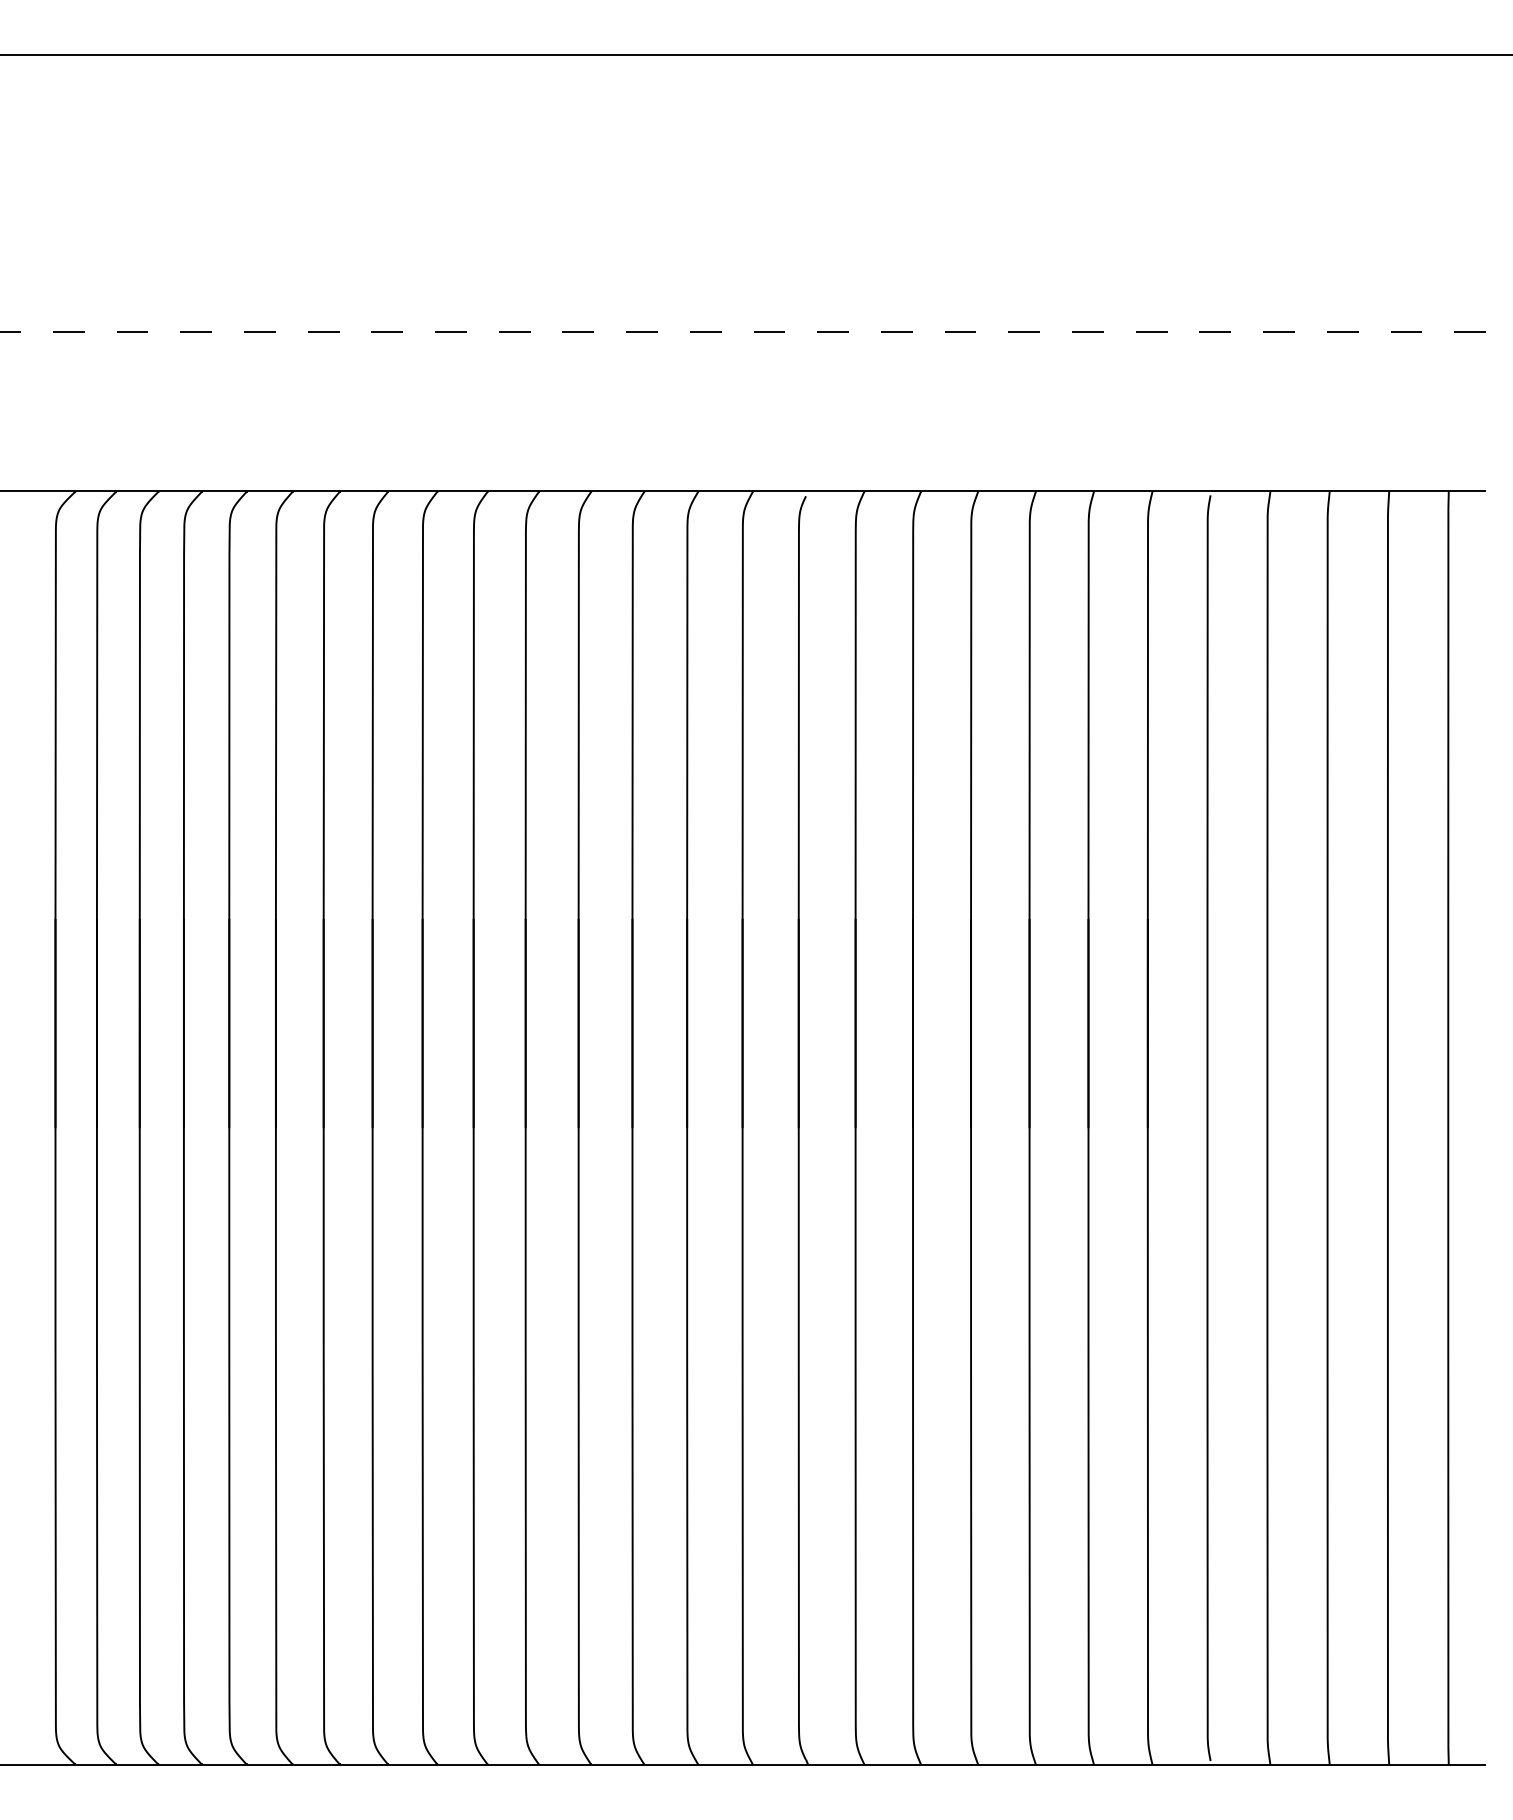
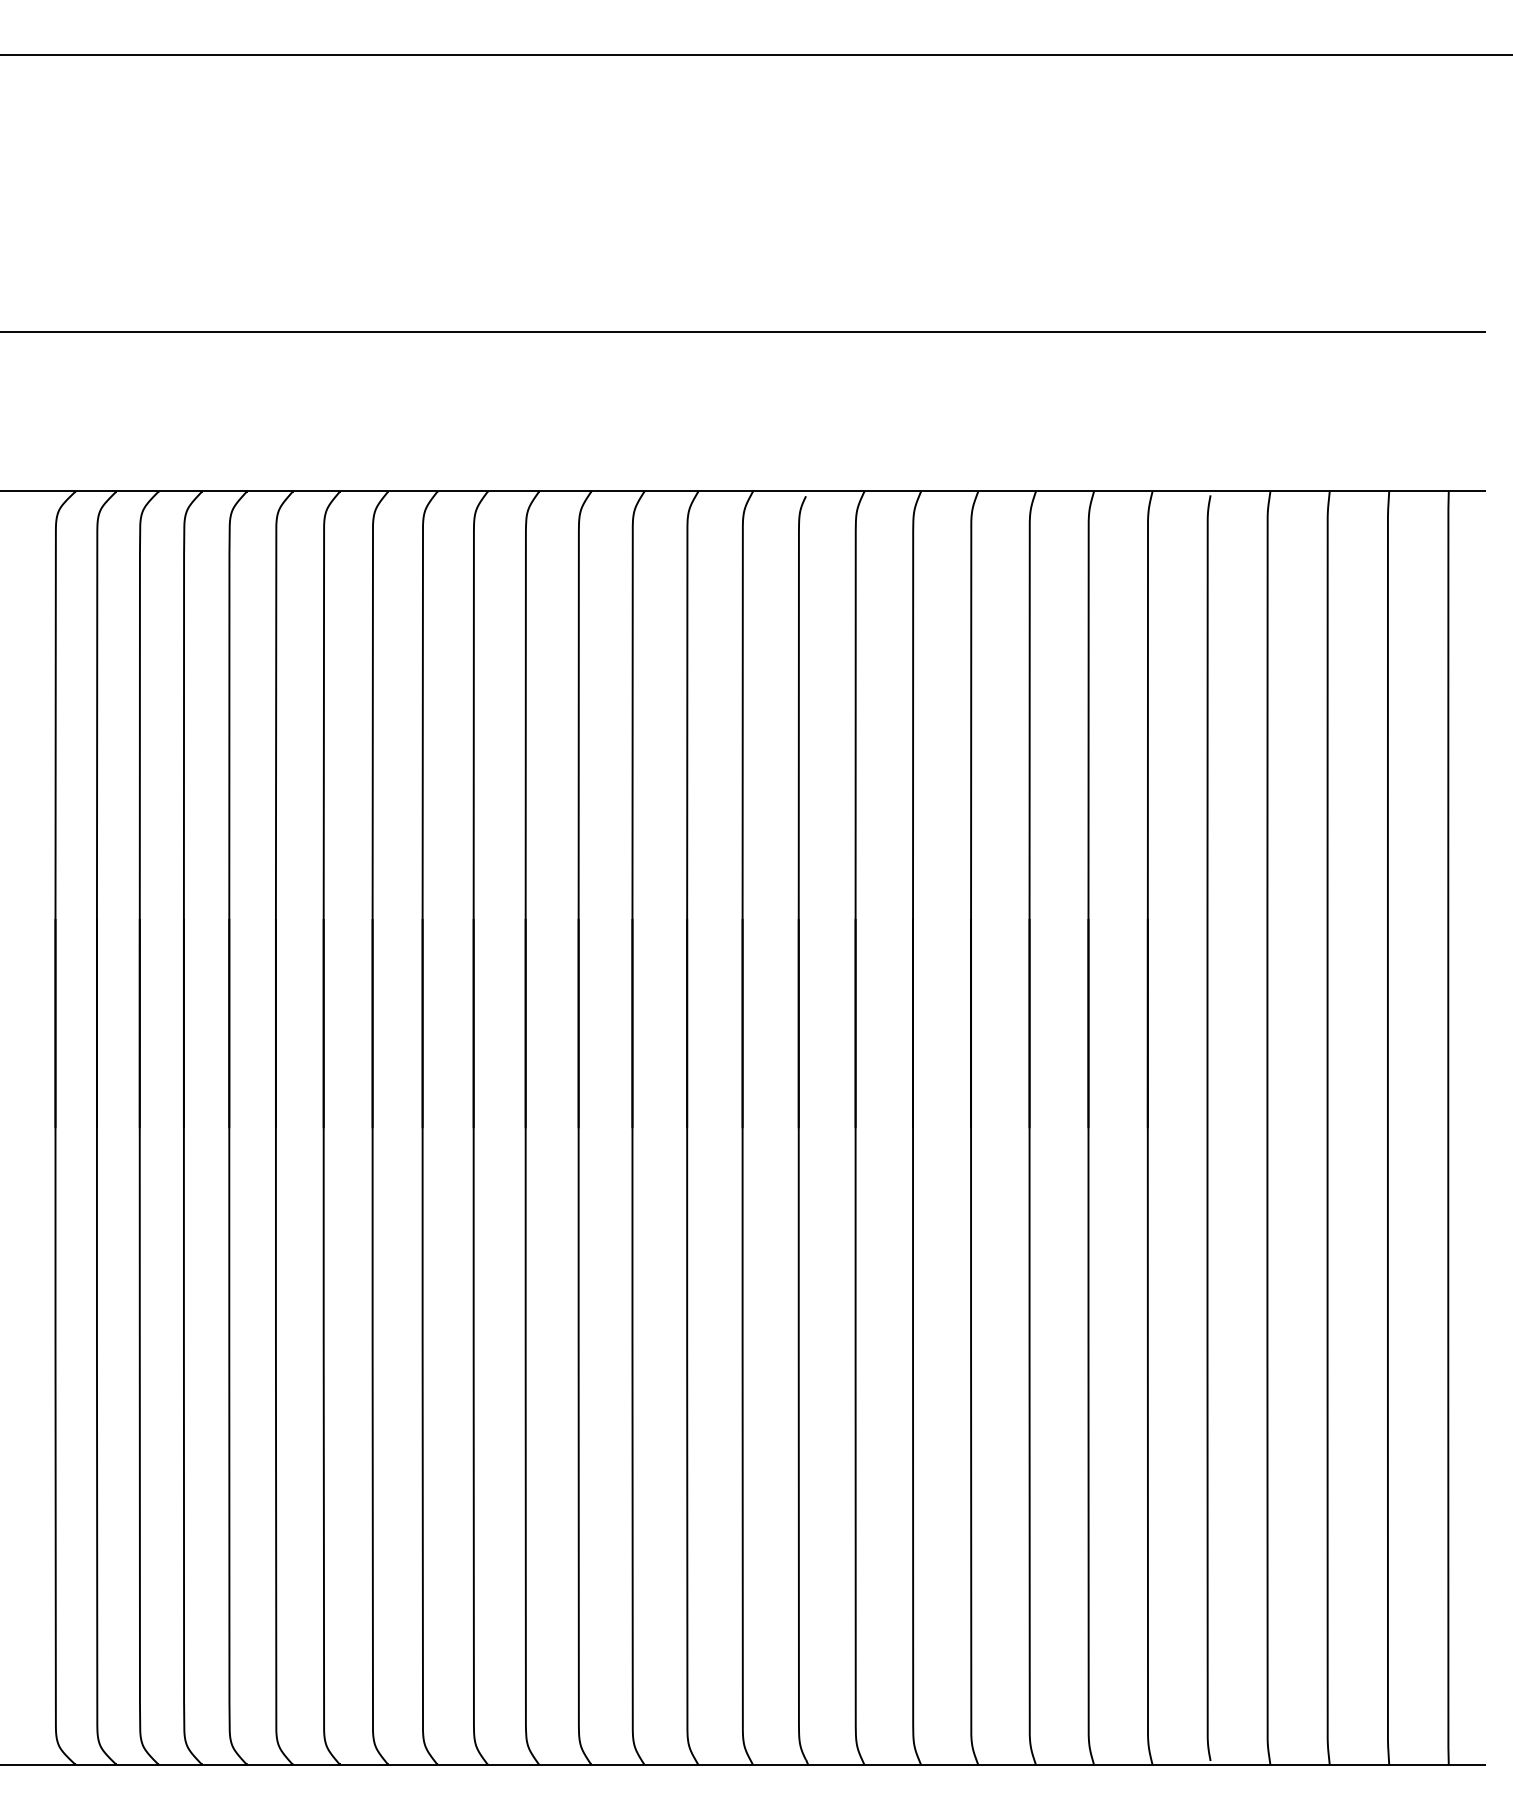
line at (743, 332): dashed -> solid
